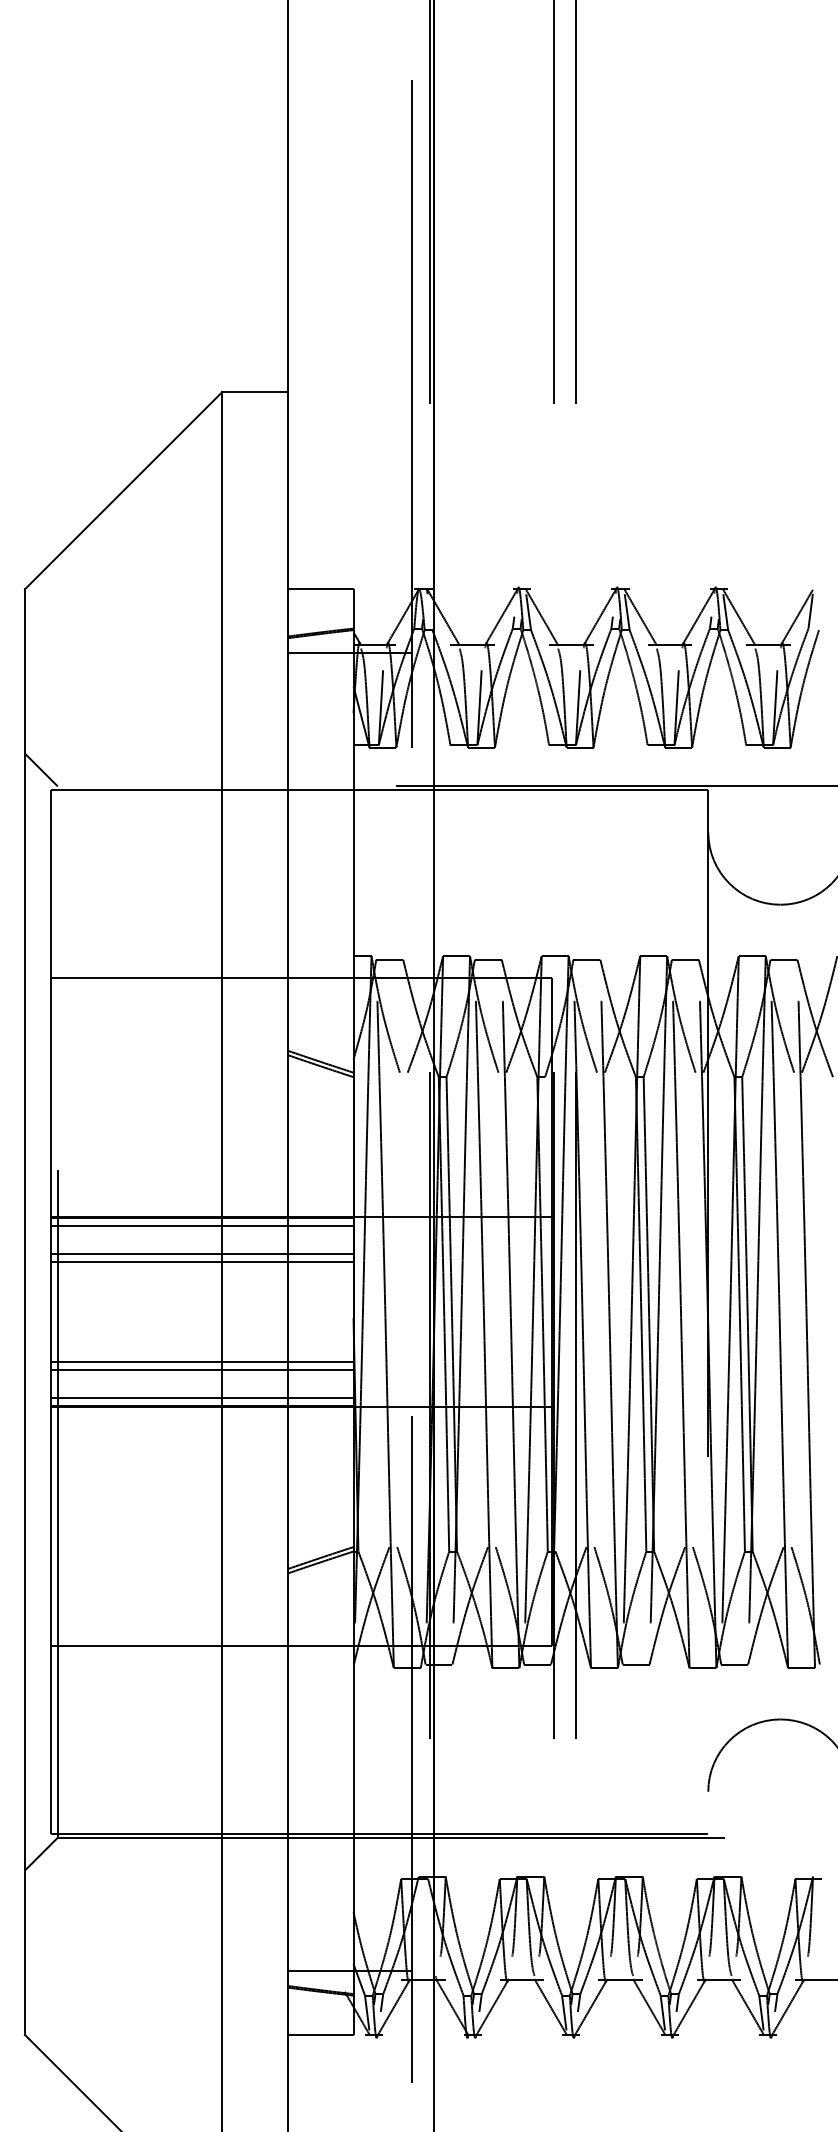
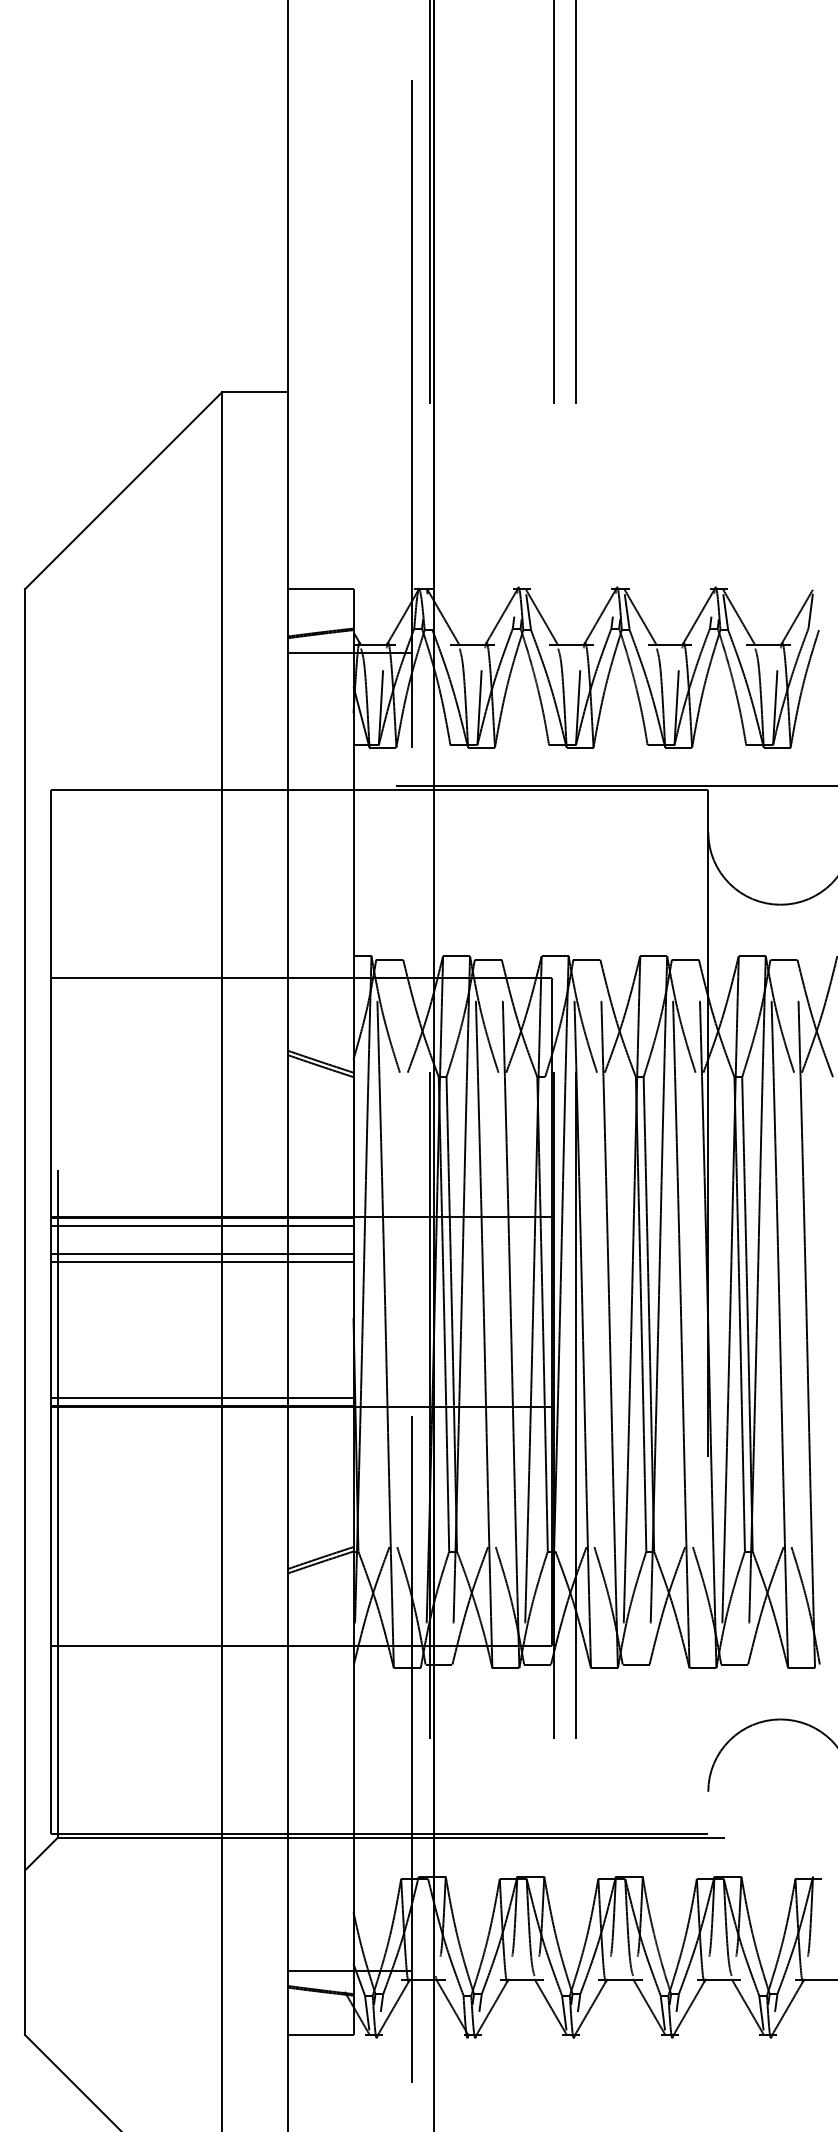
line at (40, 769): present -> none
line at (202, 1362): present -> none
line at (202, 1370): present -> none
